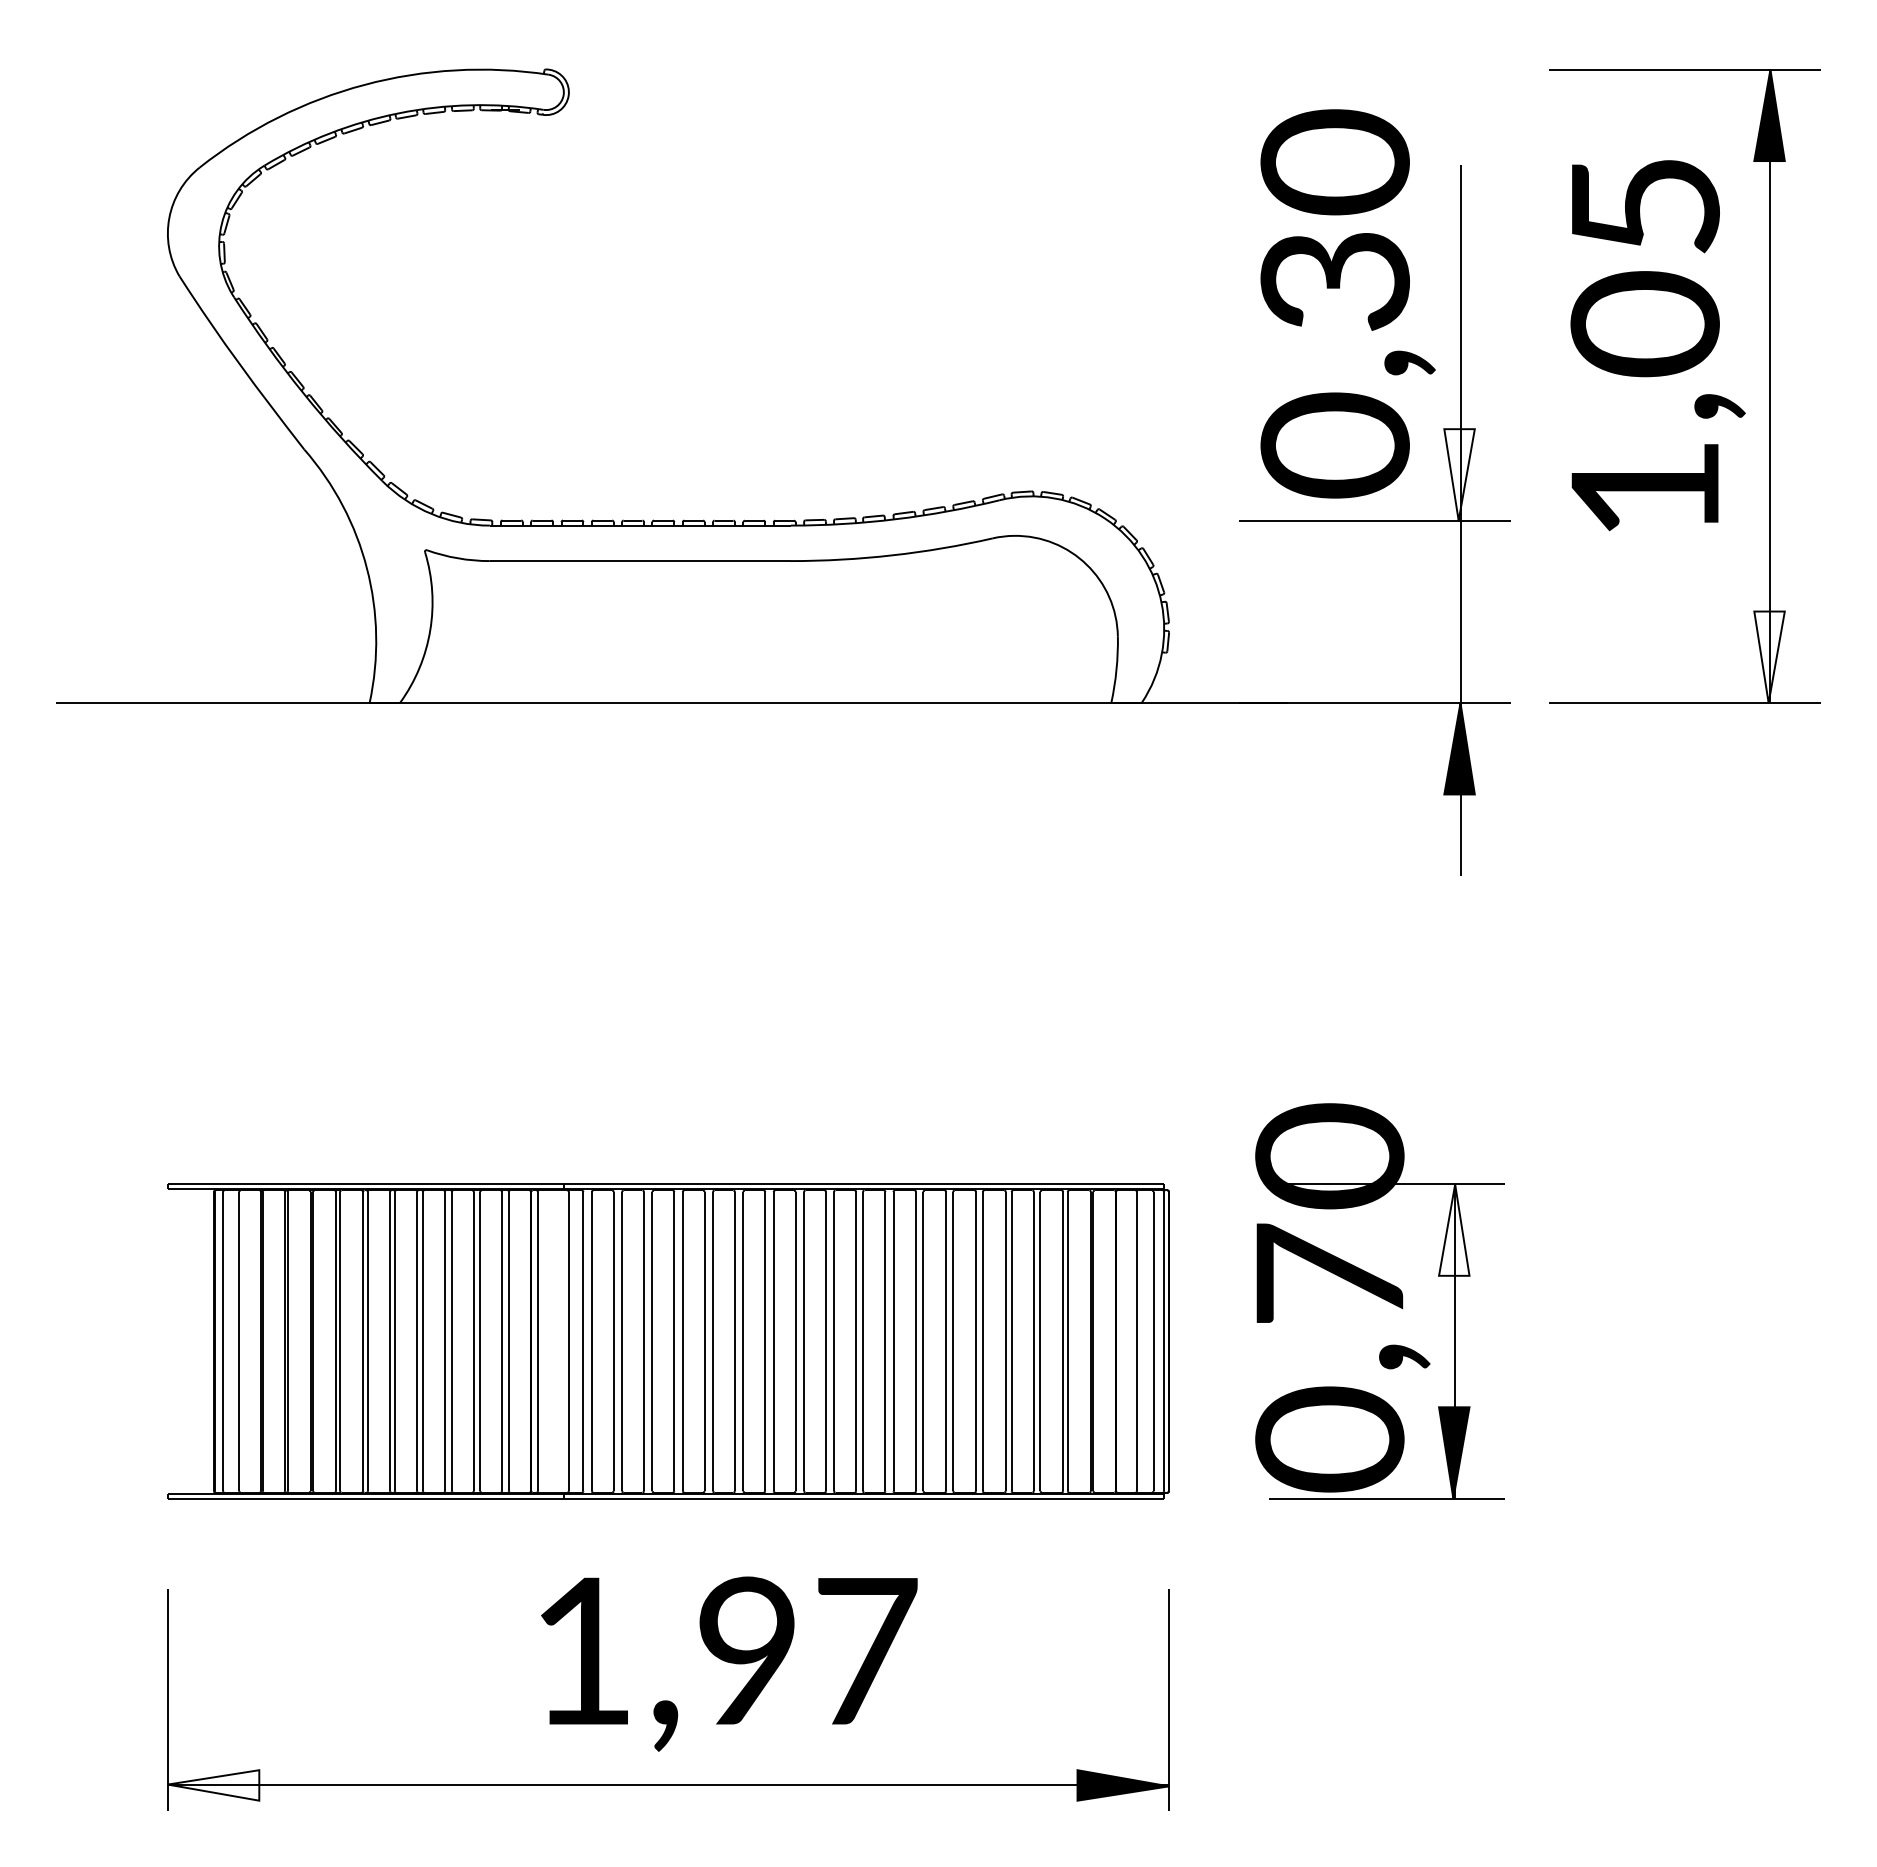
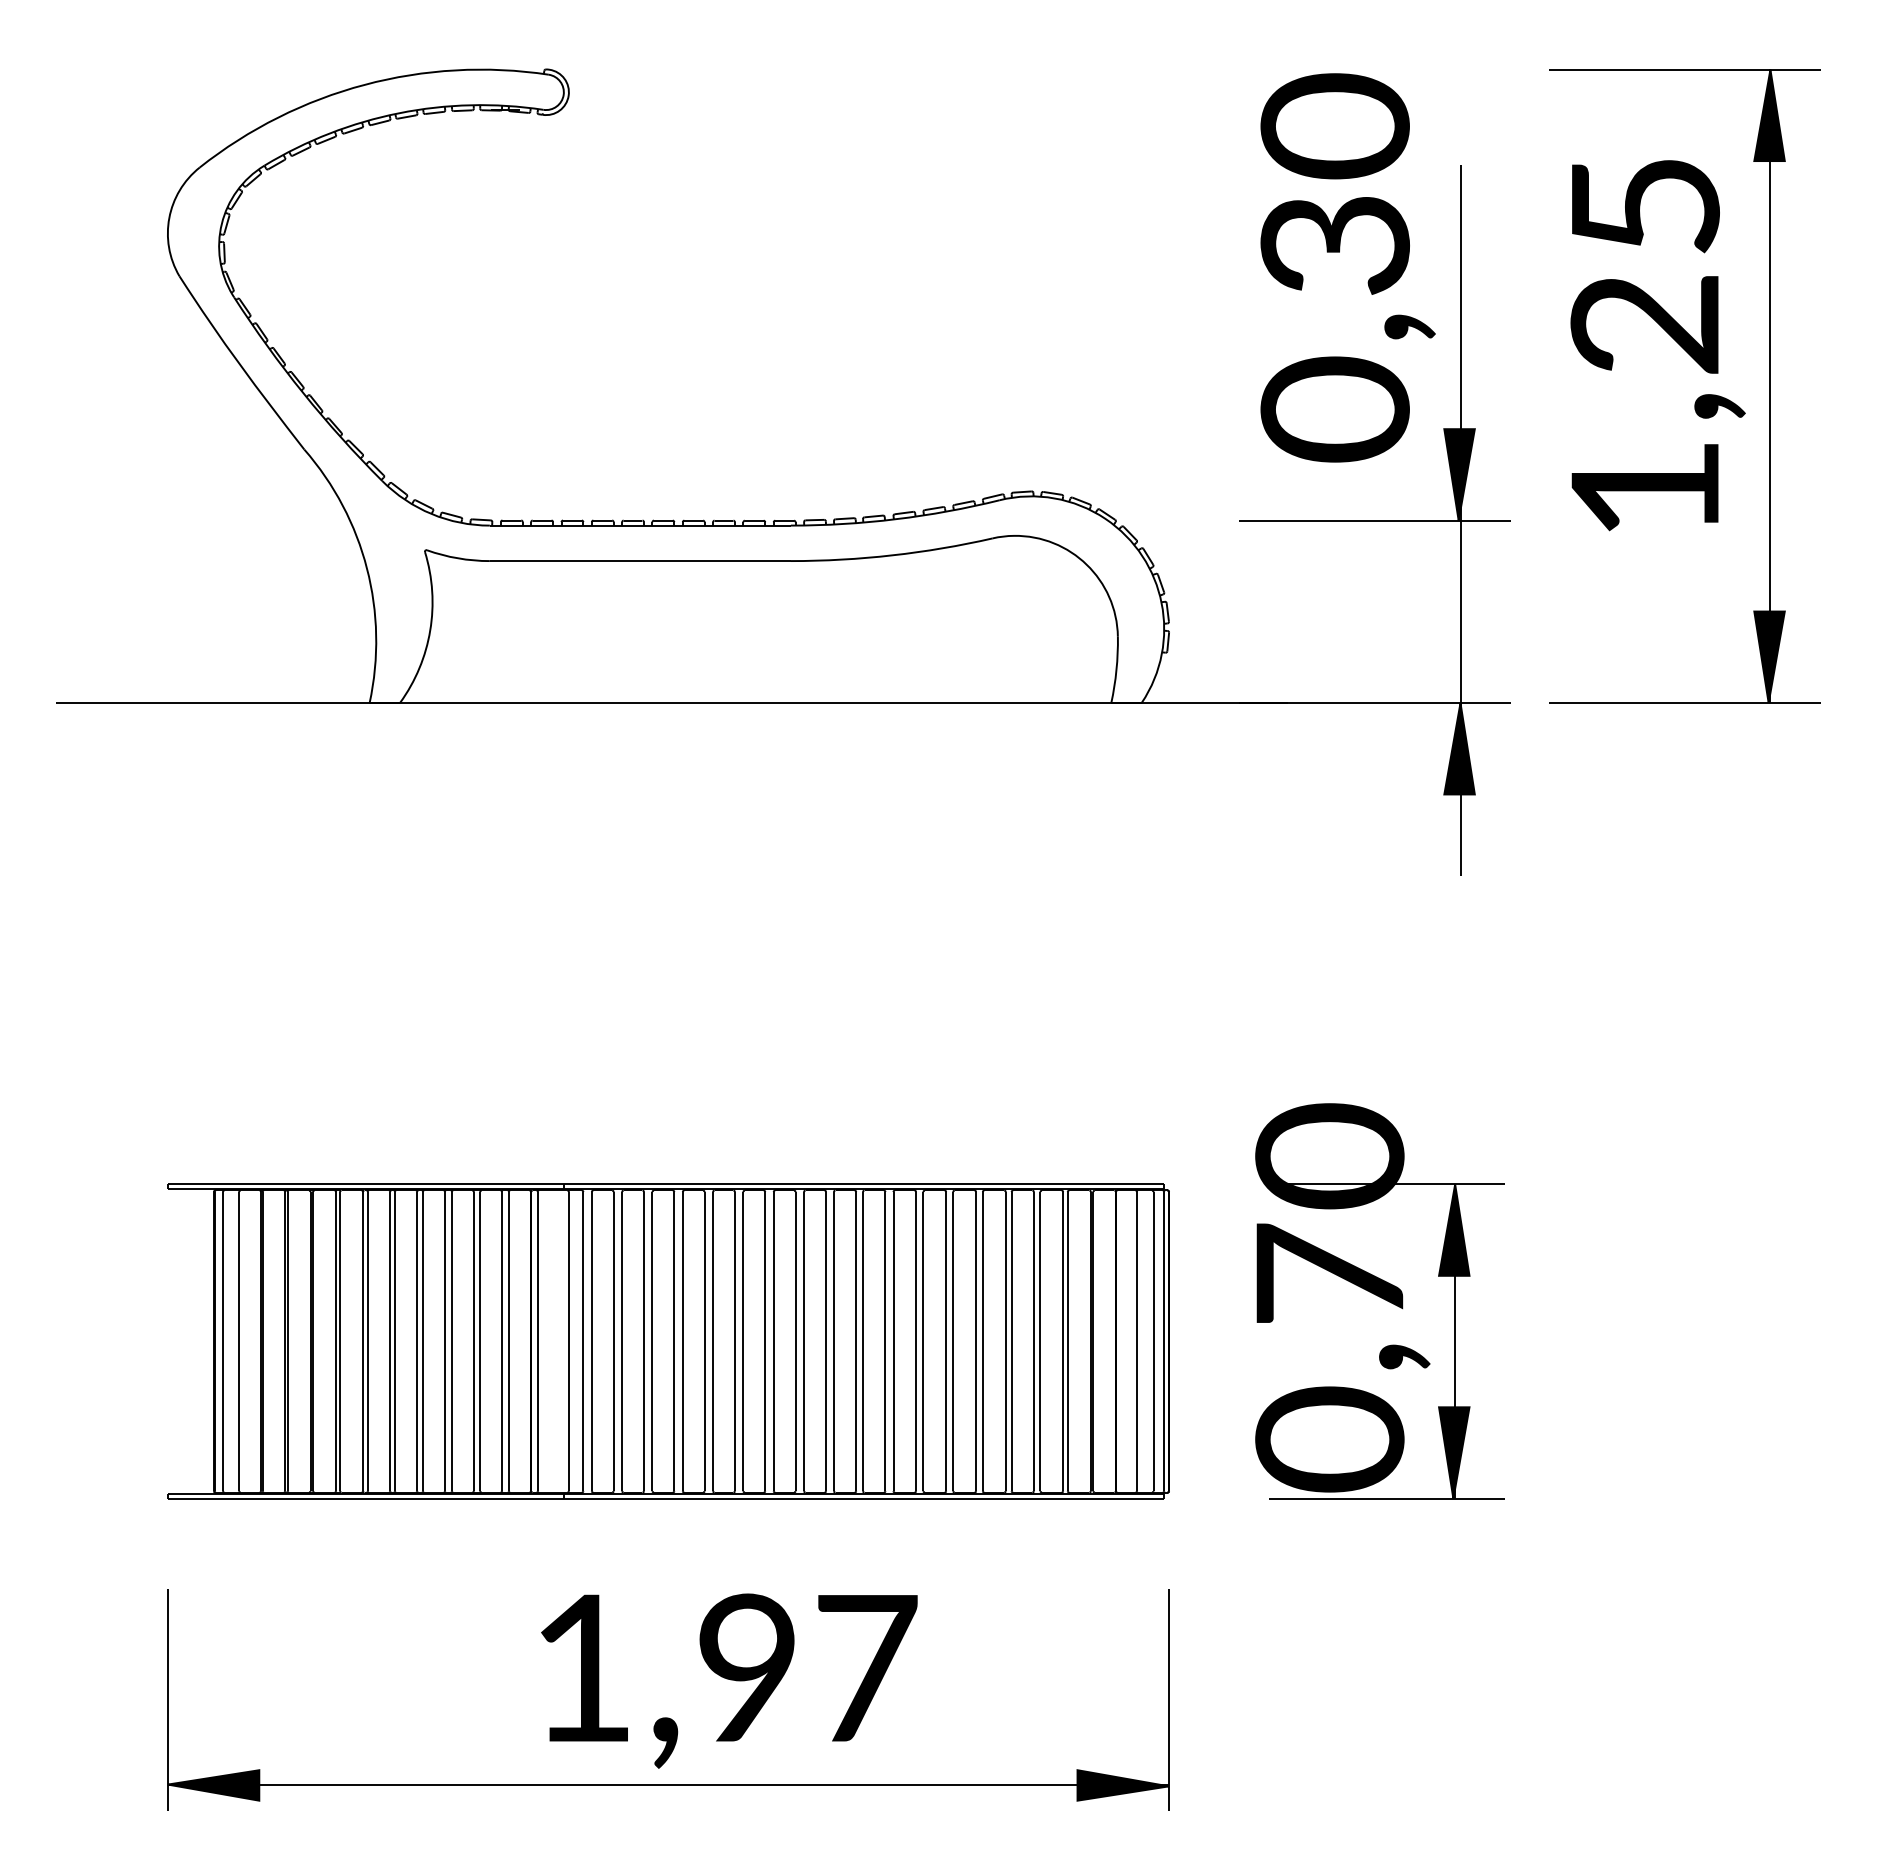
text at (1347, 303) position: (1347, 303) -> (1347, 267)
text at (1644, 324): 1,05 -> 1,25
fill at (1459, 474): none -> present
fill at (1769, 657): none -> present
fill at (1454, 1229): none -> present
text at (729, 1663) position: (729, 1663) -> (729, 1680)
fill at (213, 1785): none -> present
